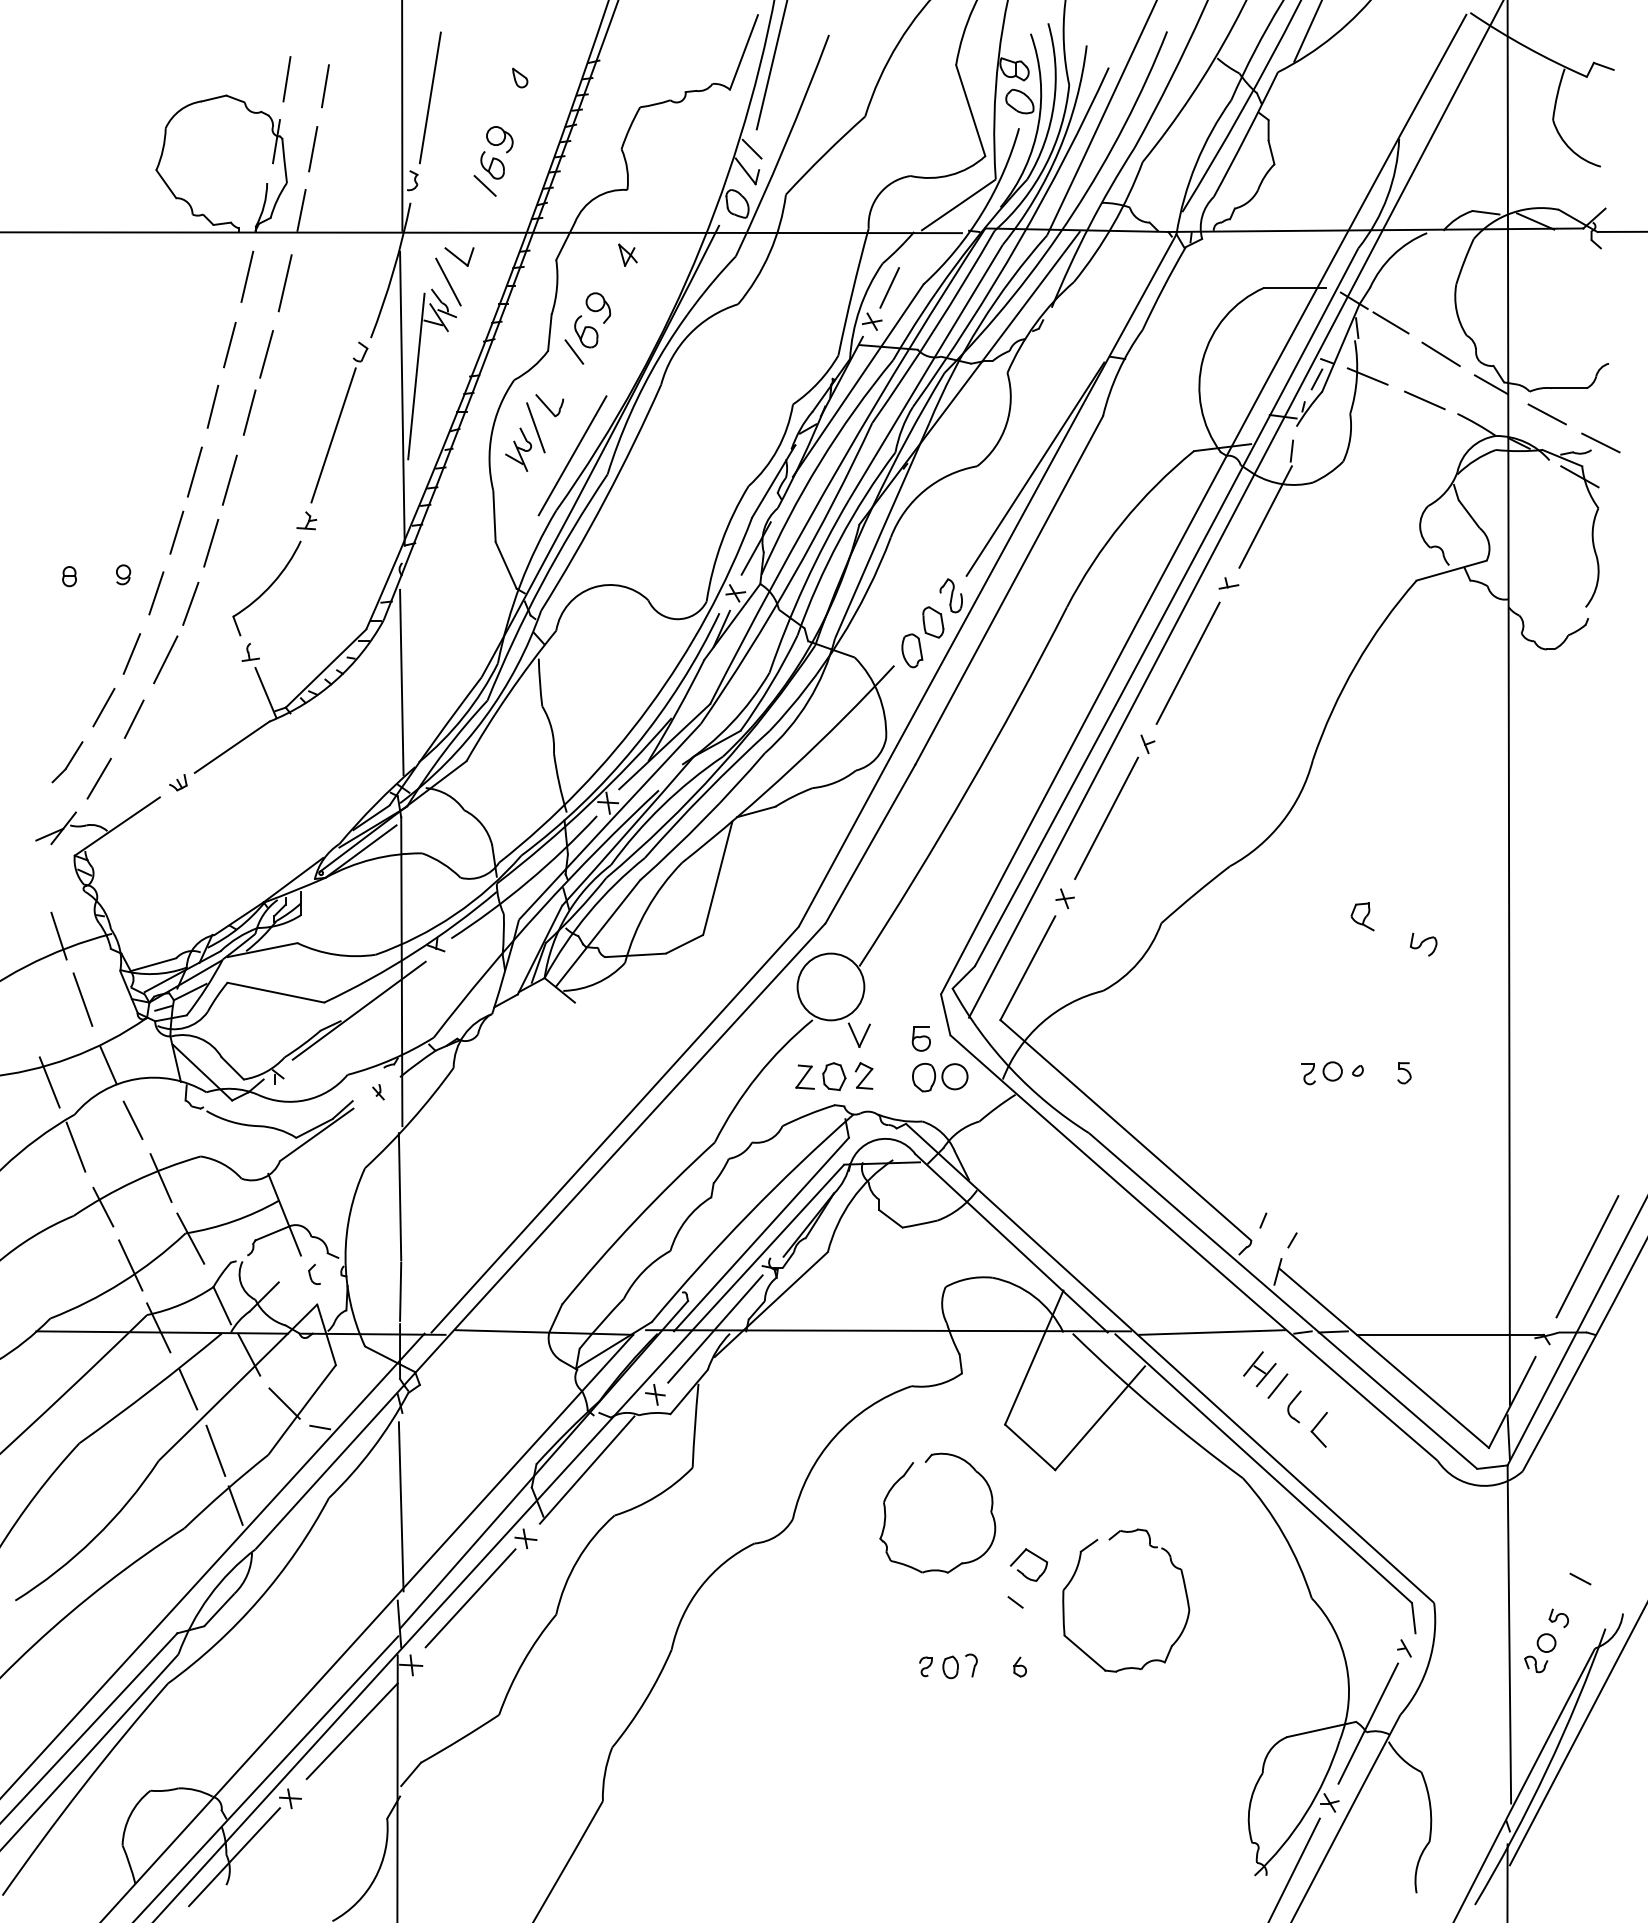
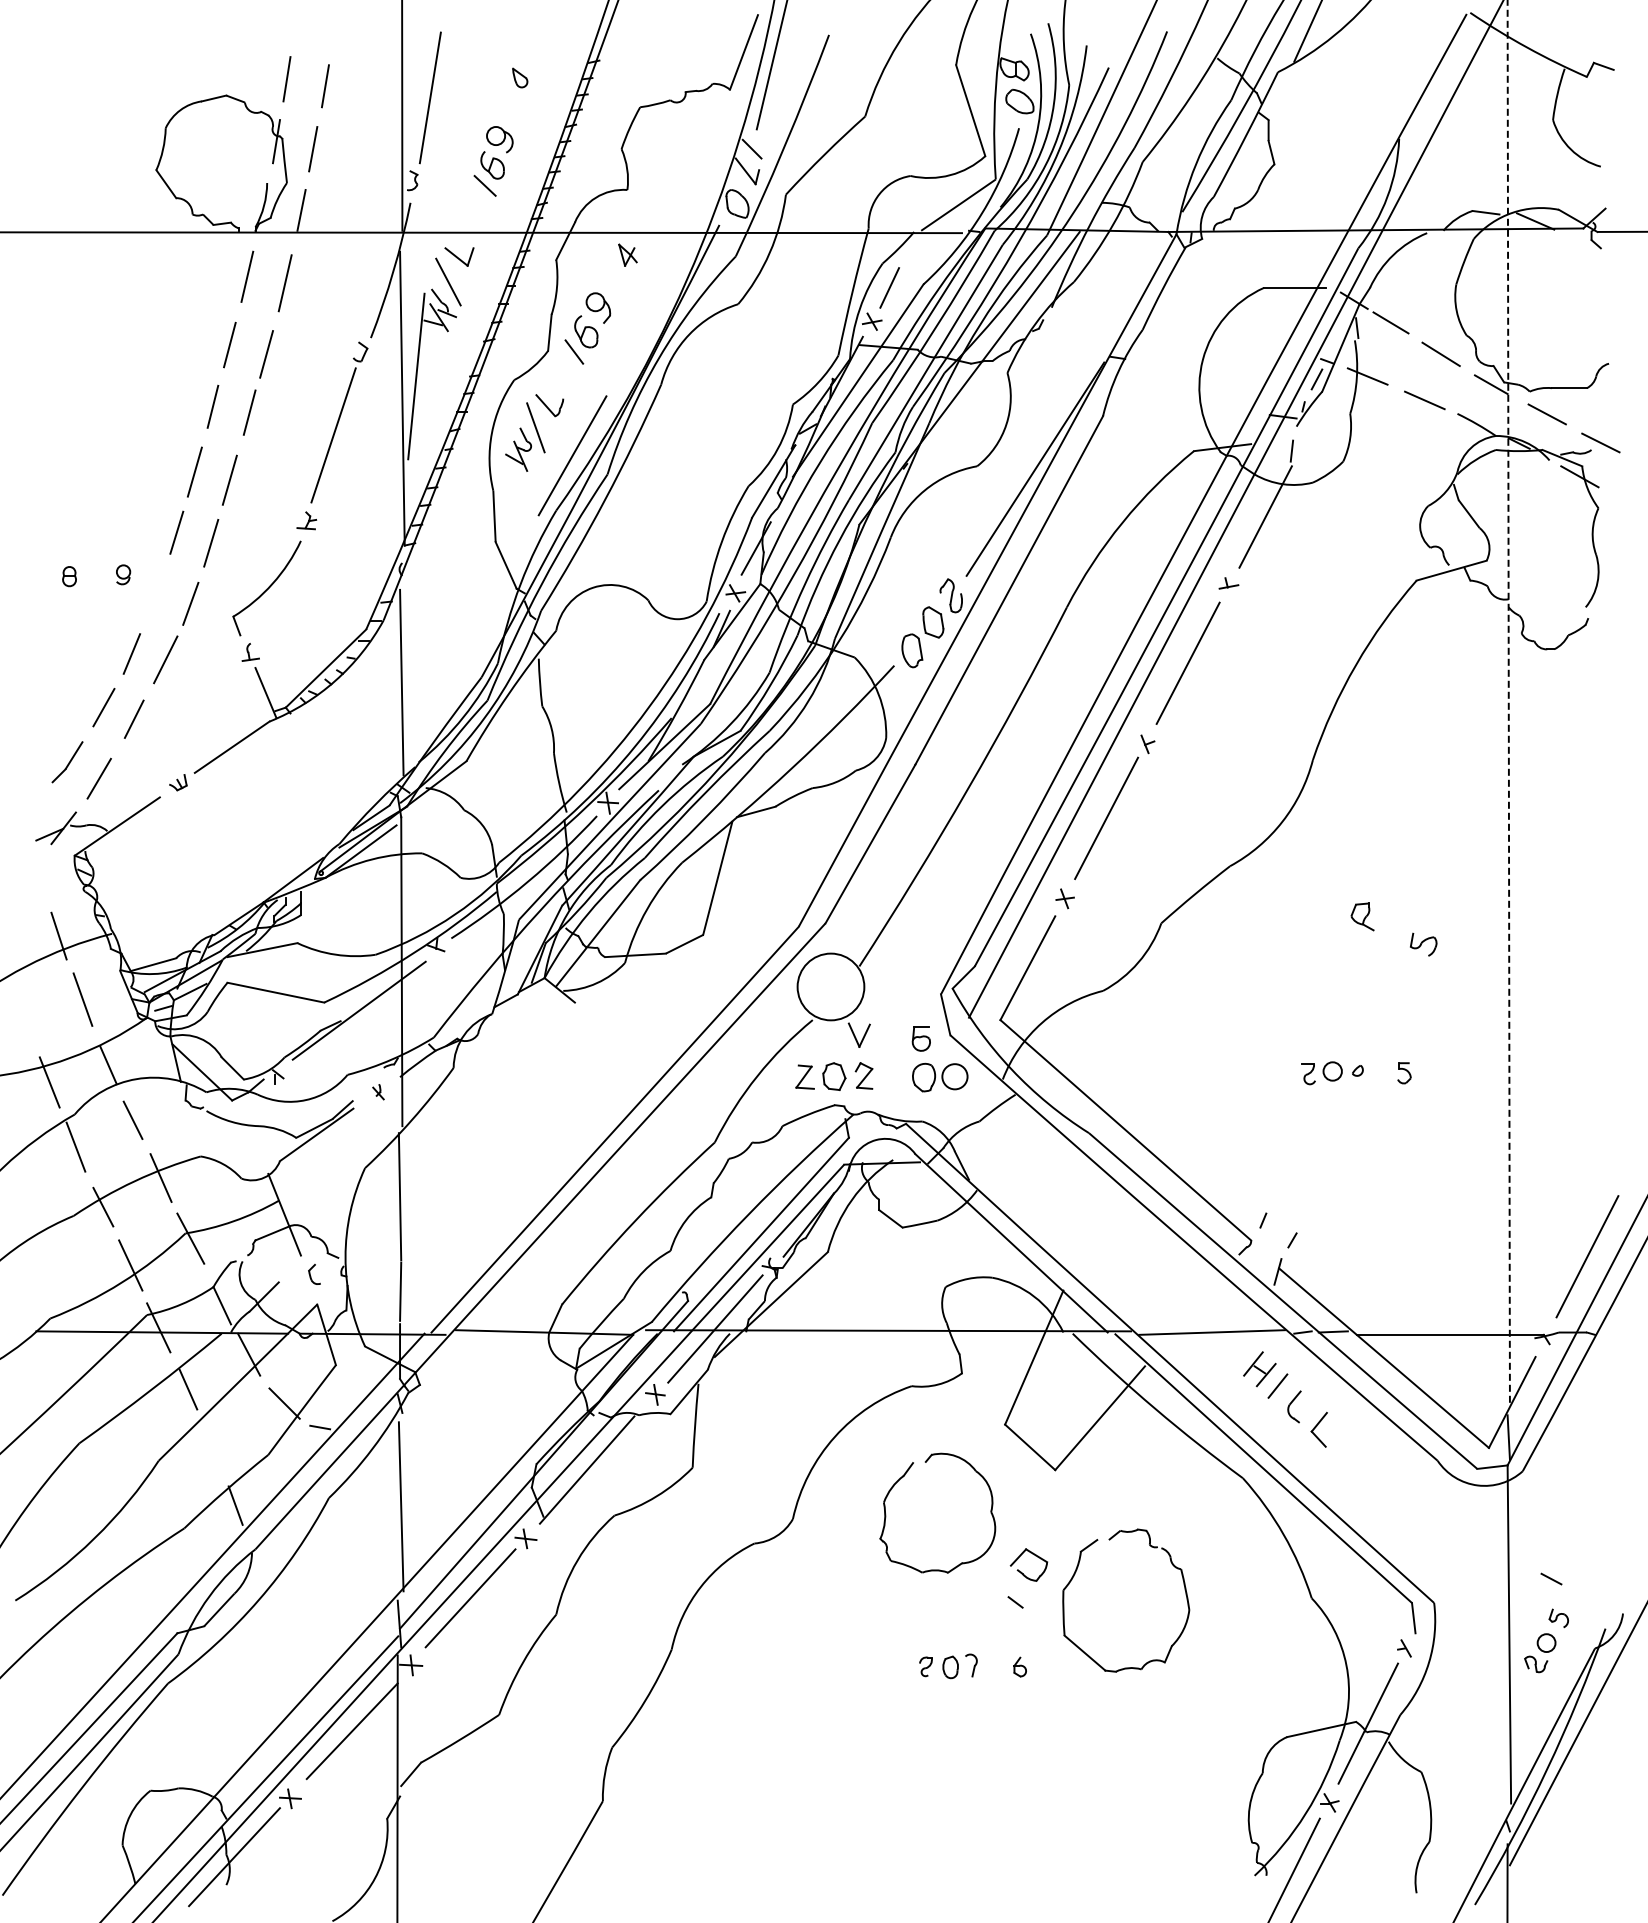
line at (156, 593): present -> none
line at (1508, 702): solid -> dashed
line at (215, 1450): present -> none
line at (1580, 1578) position: (1580, 1578) -> (1551, 1578)
